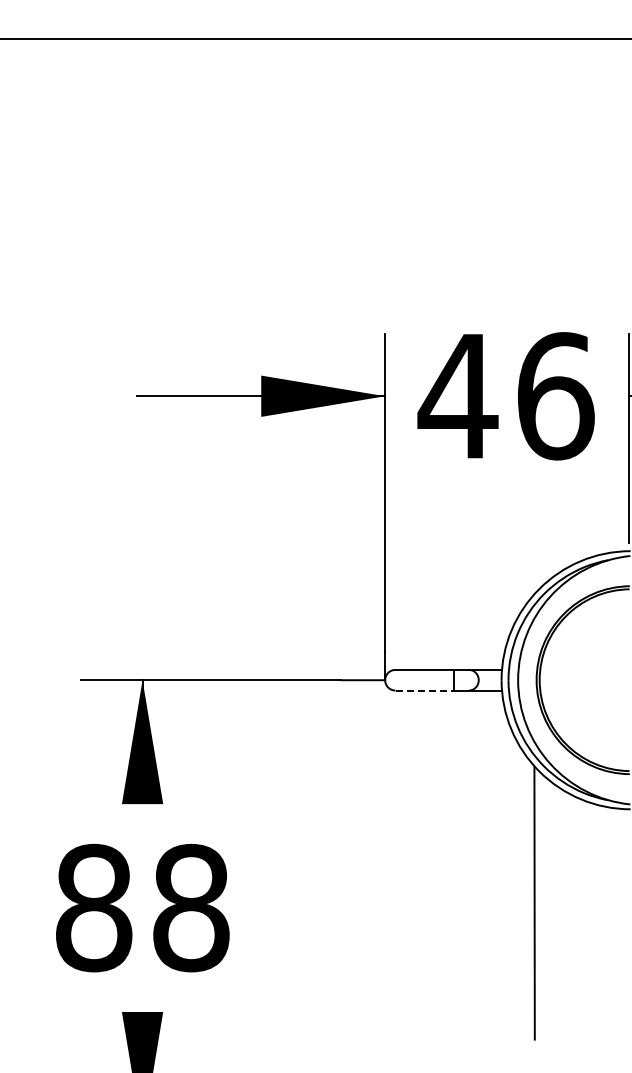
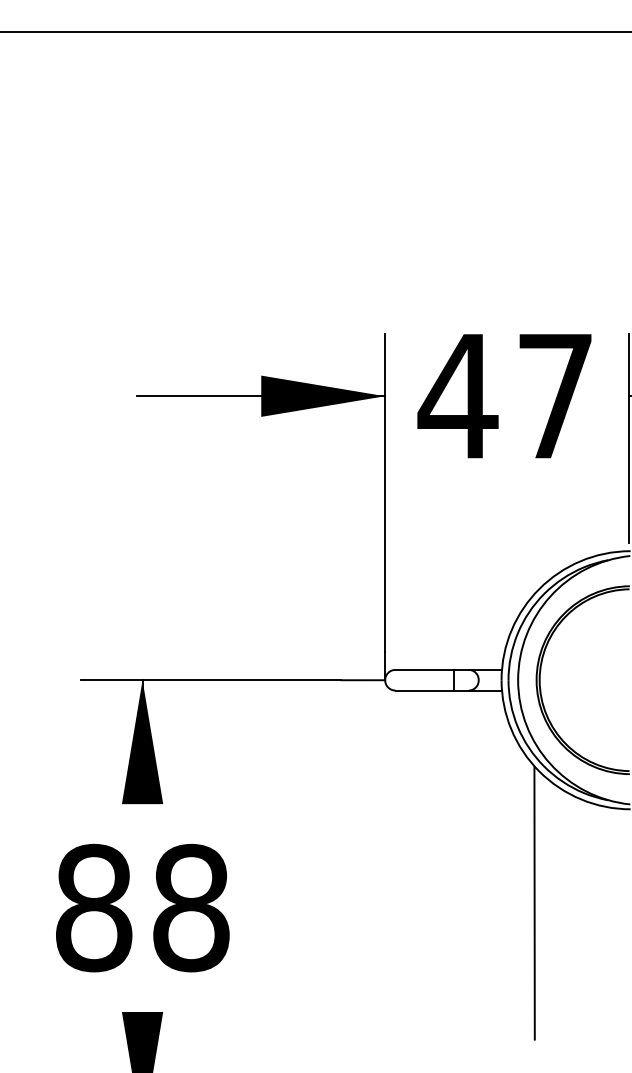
line at (315, 39) position: (315, 39) -> (315, 32)
text at (556, 396): 46 -> 47
line at (425, 690): dashed -> solid
